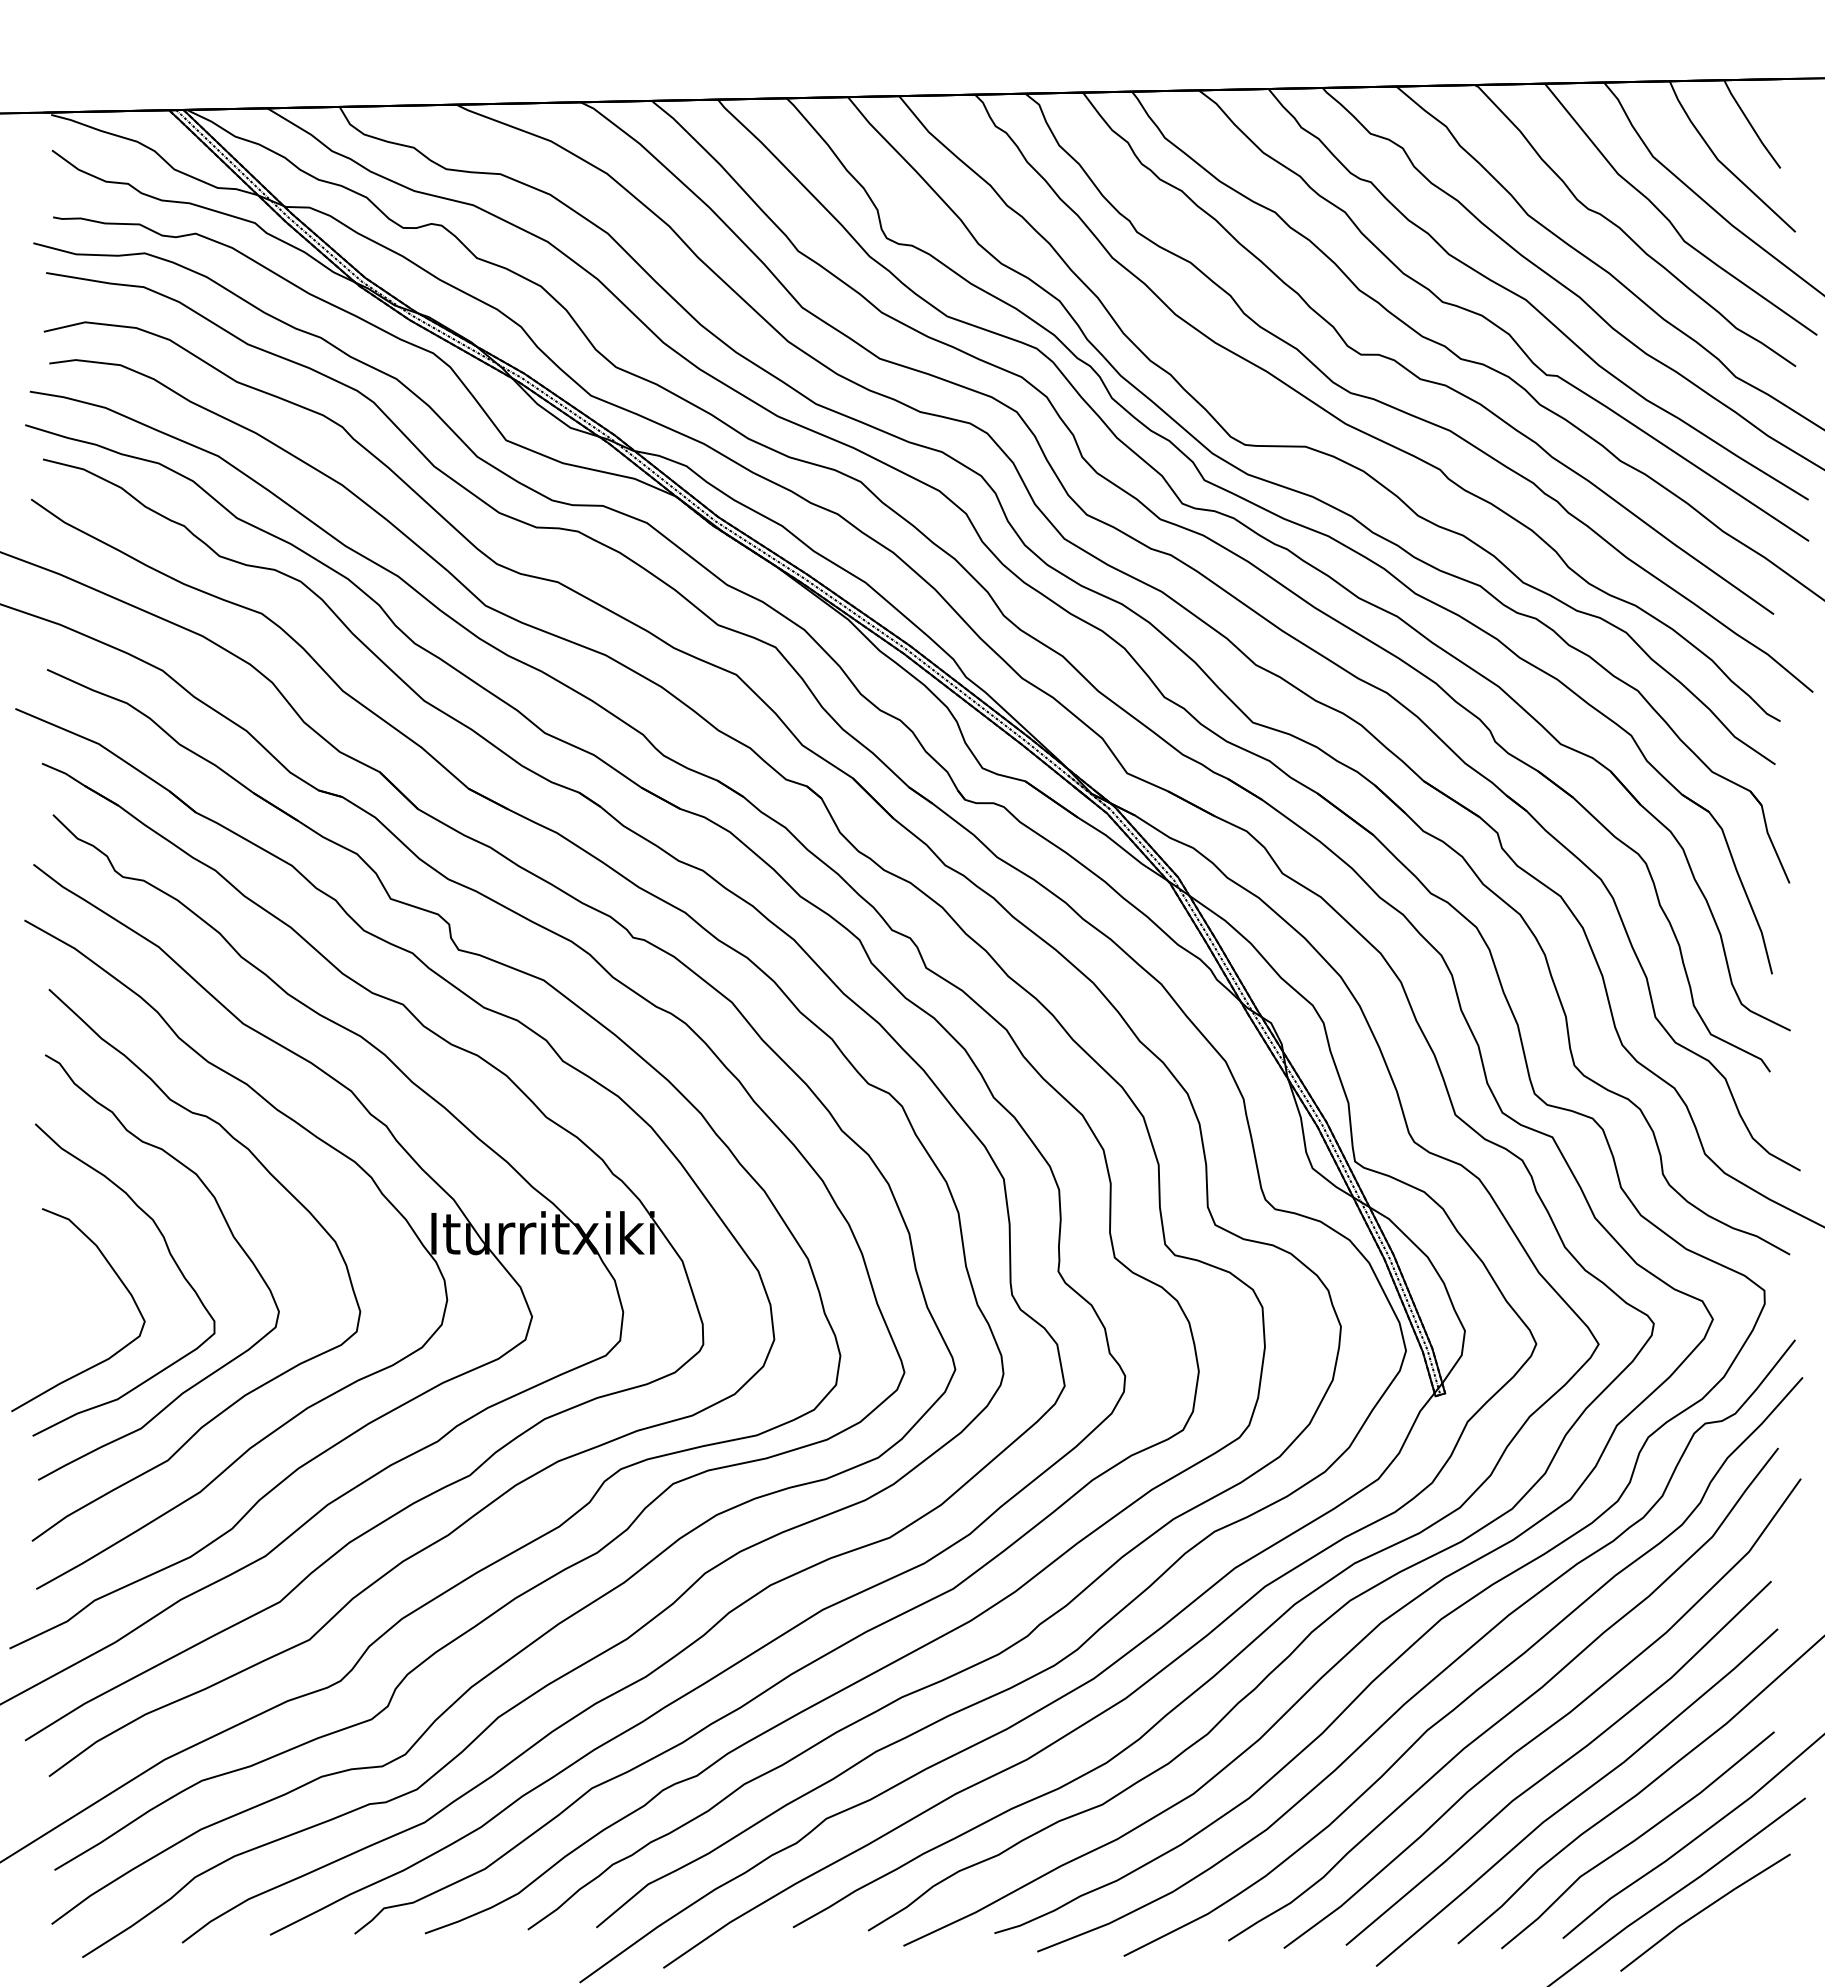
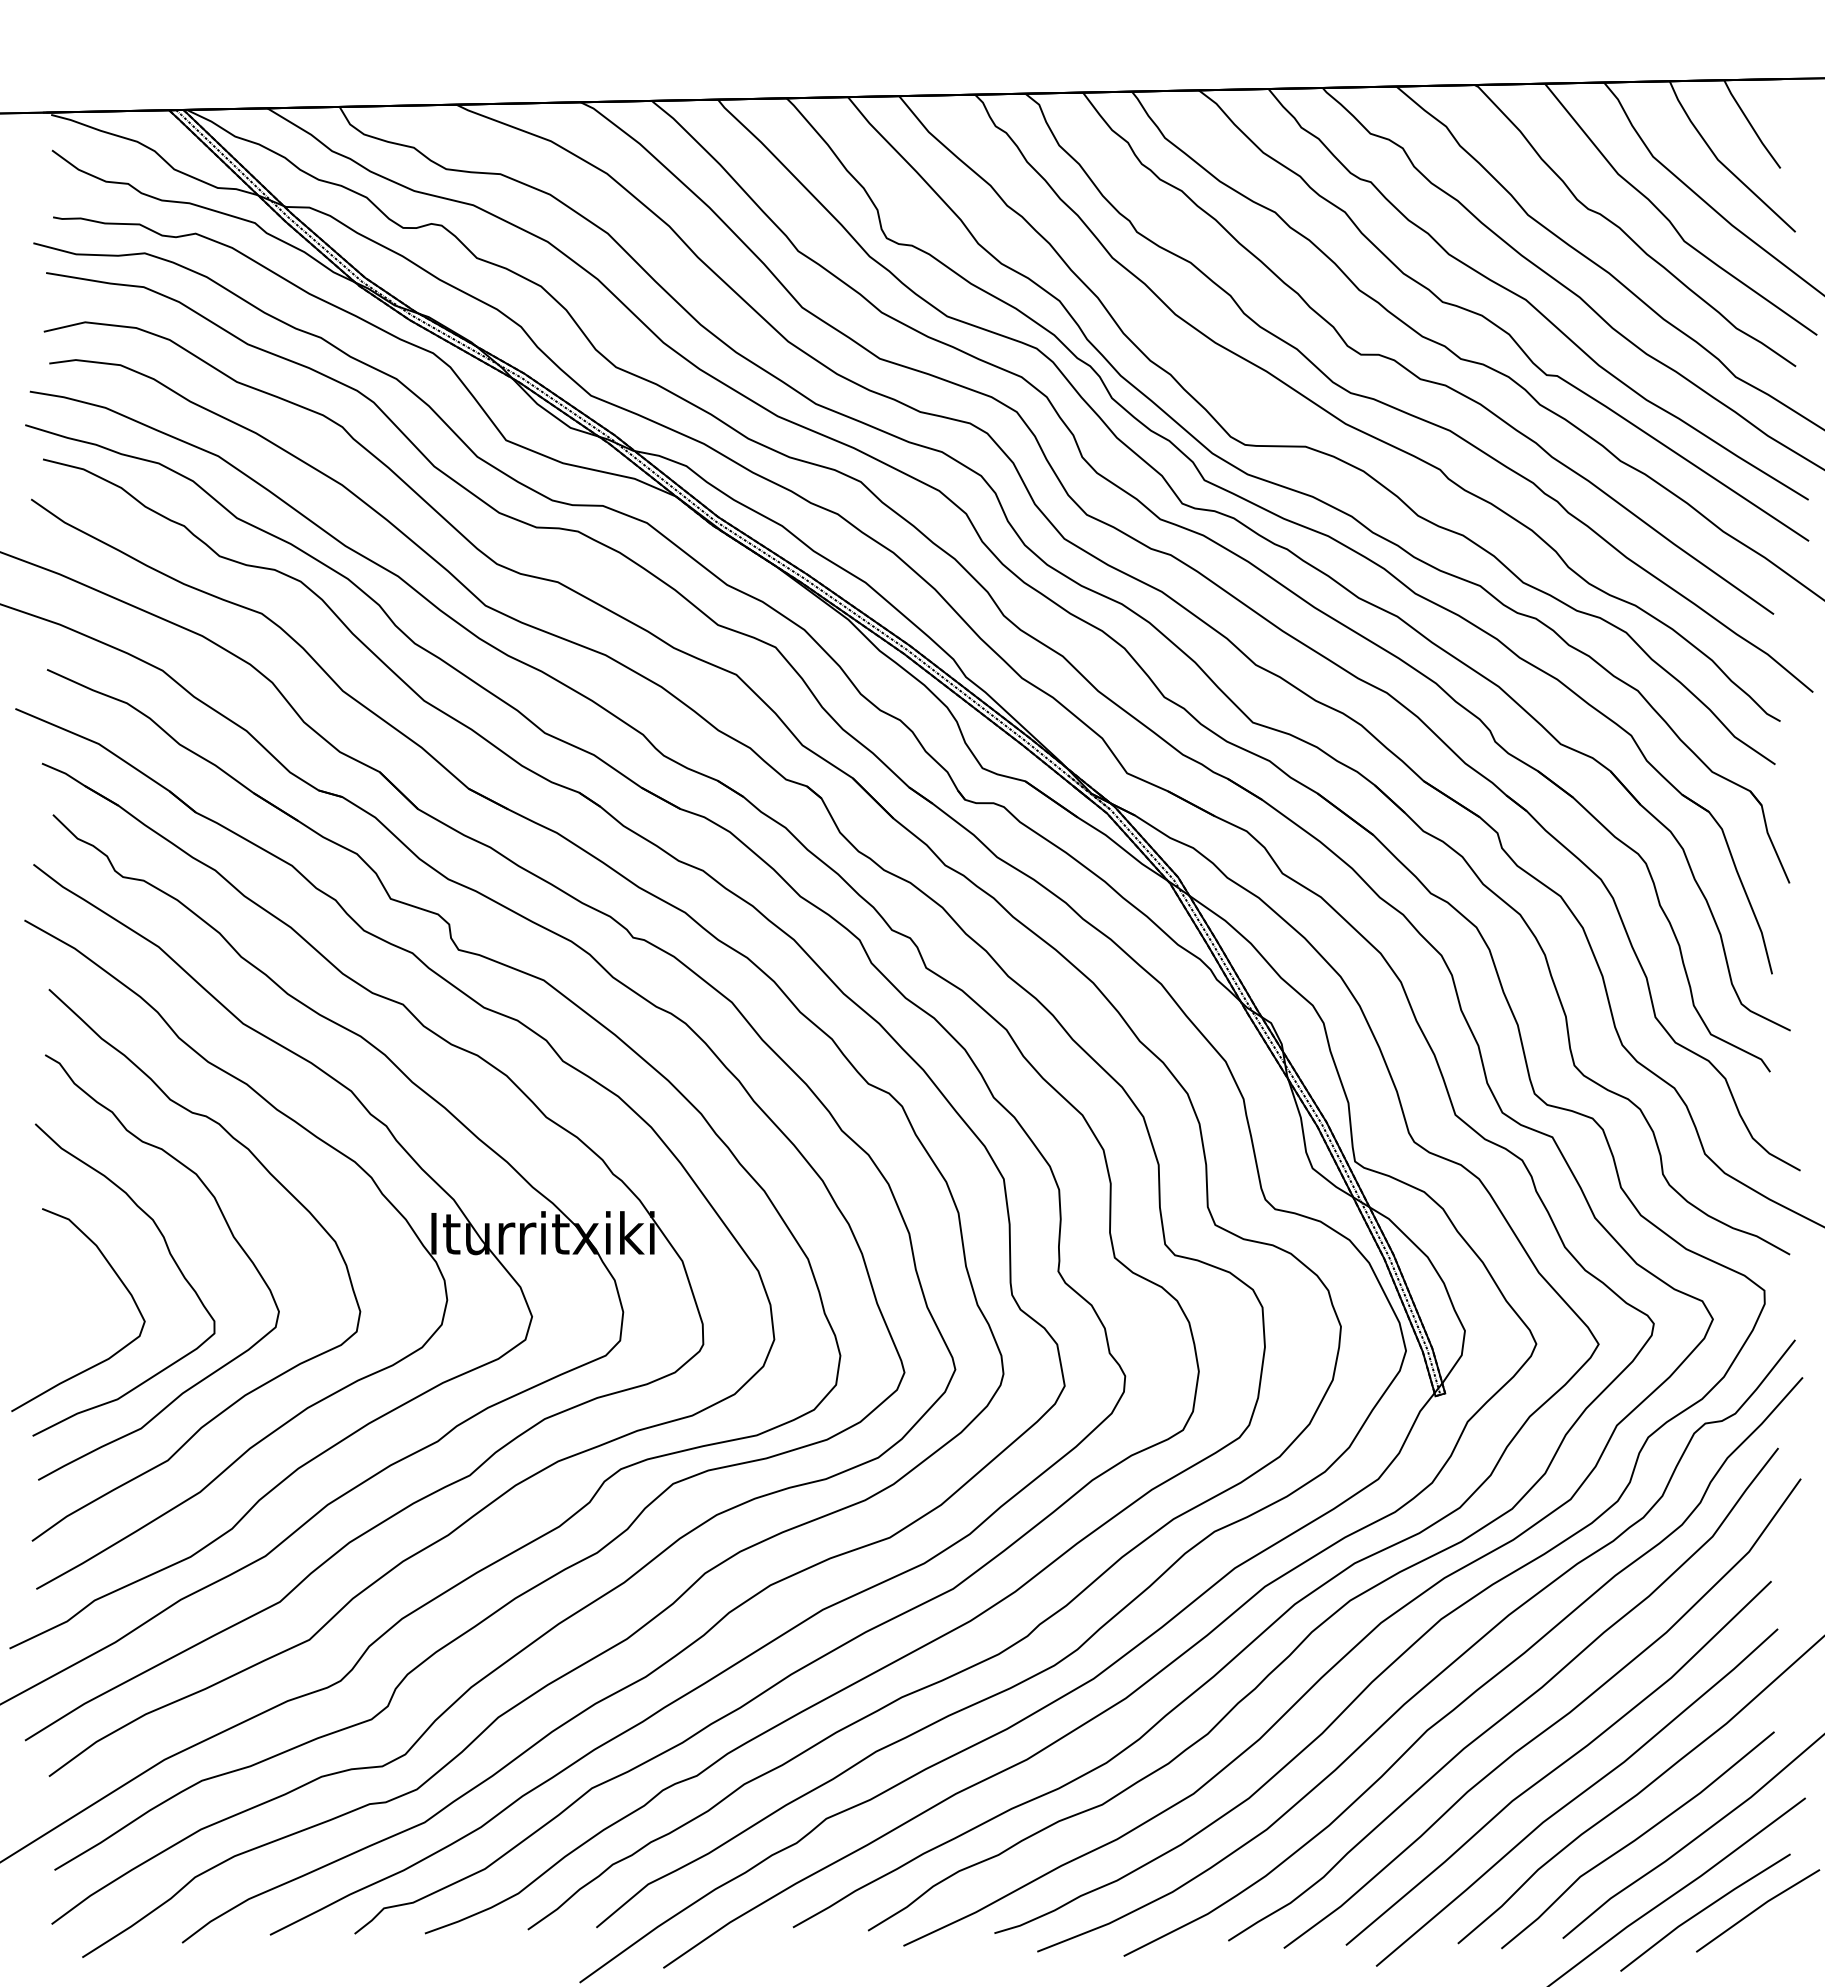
line at (1758, 1909): none -> present
